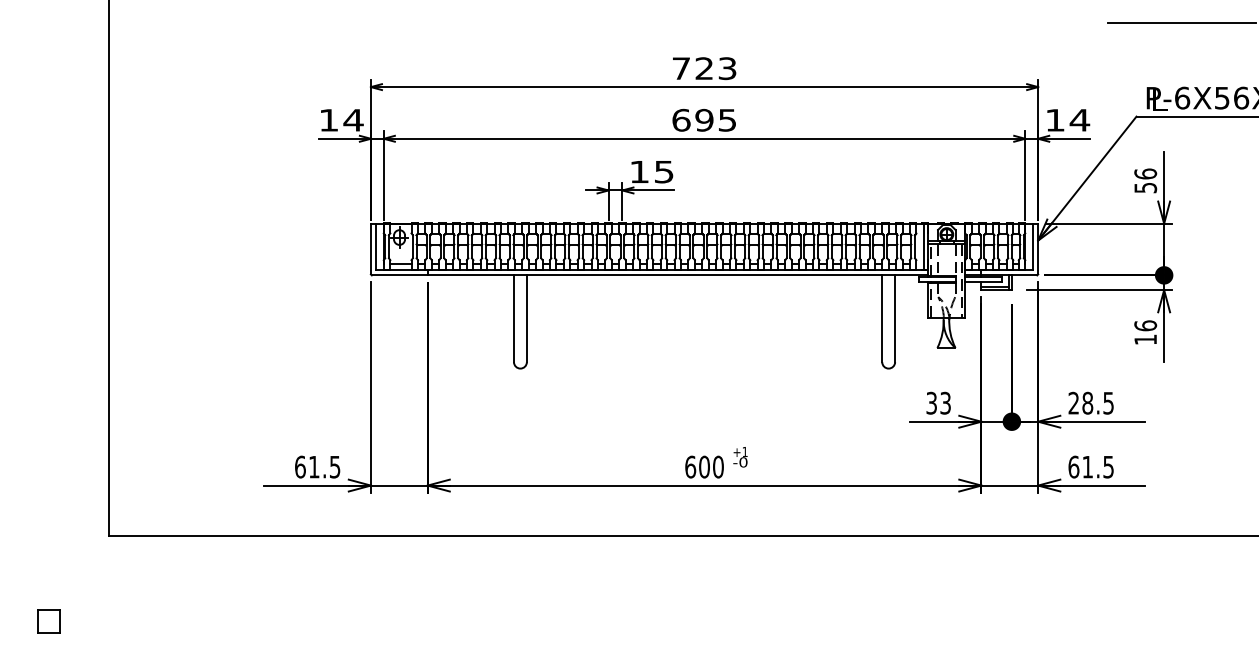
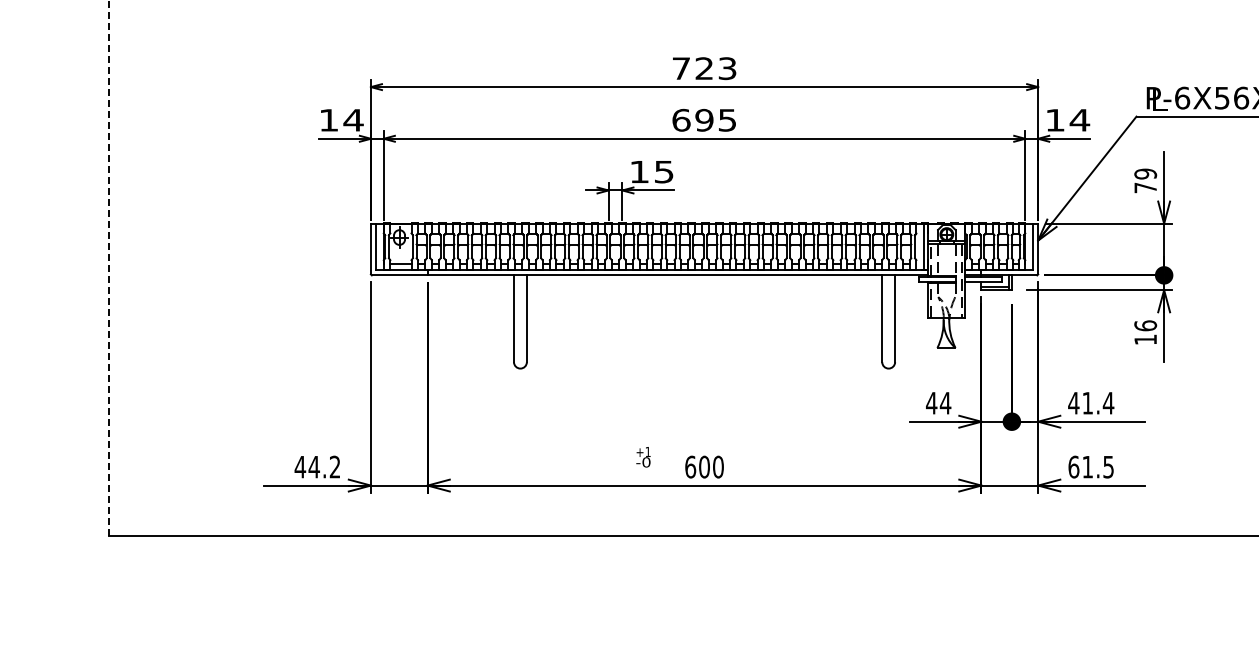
line at (1181, 22): present -> none
text at (1145, 180): 56 -> 79
line at (108, 267): solid -> dashed
text at (938, 402): 33 -> 44
text at (1091, 402): 28.5 -> 41.4
text at (740, 457) position: (740, 457) -> (643, 457)
text at (317, 466): 61.5 -> 44.2
part at (48, 621): present -> none
